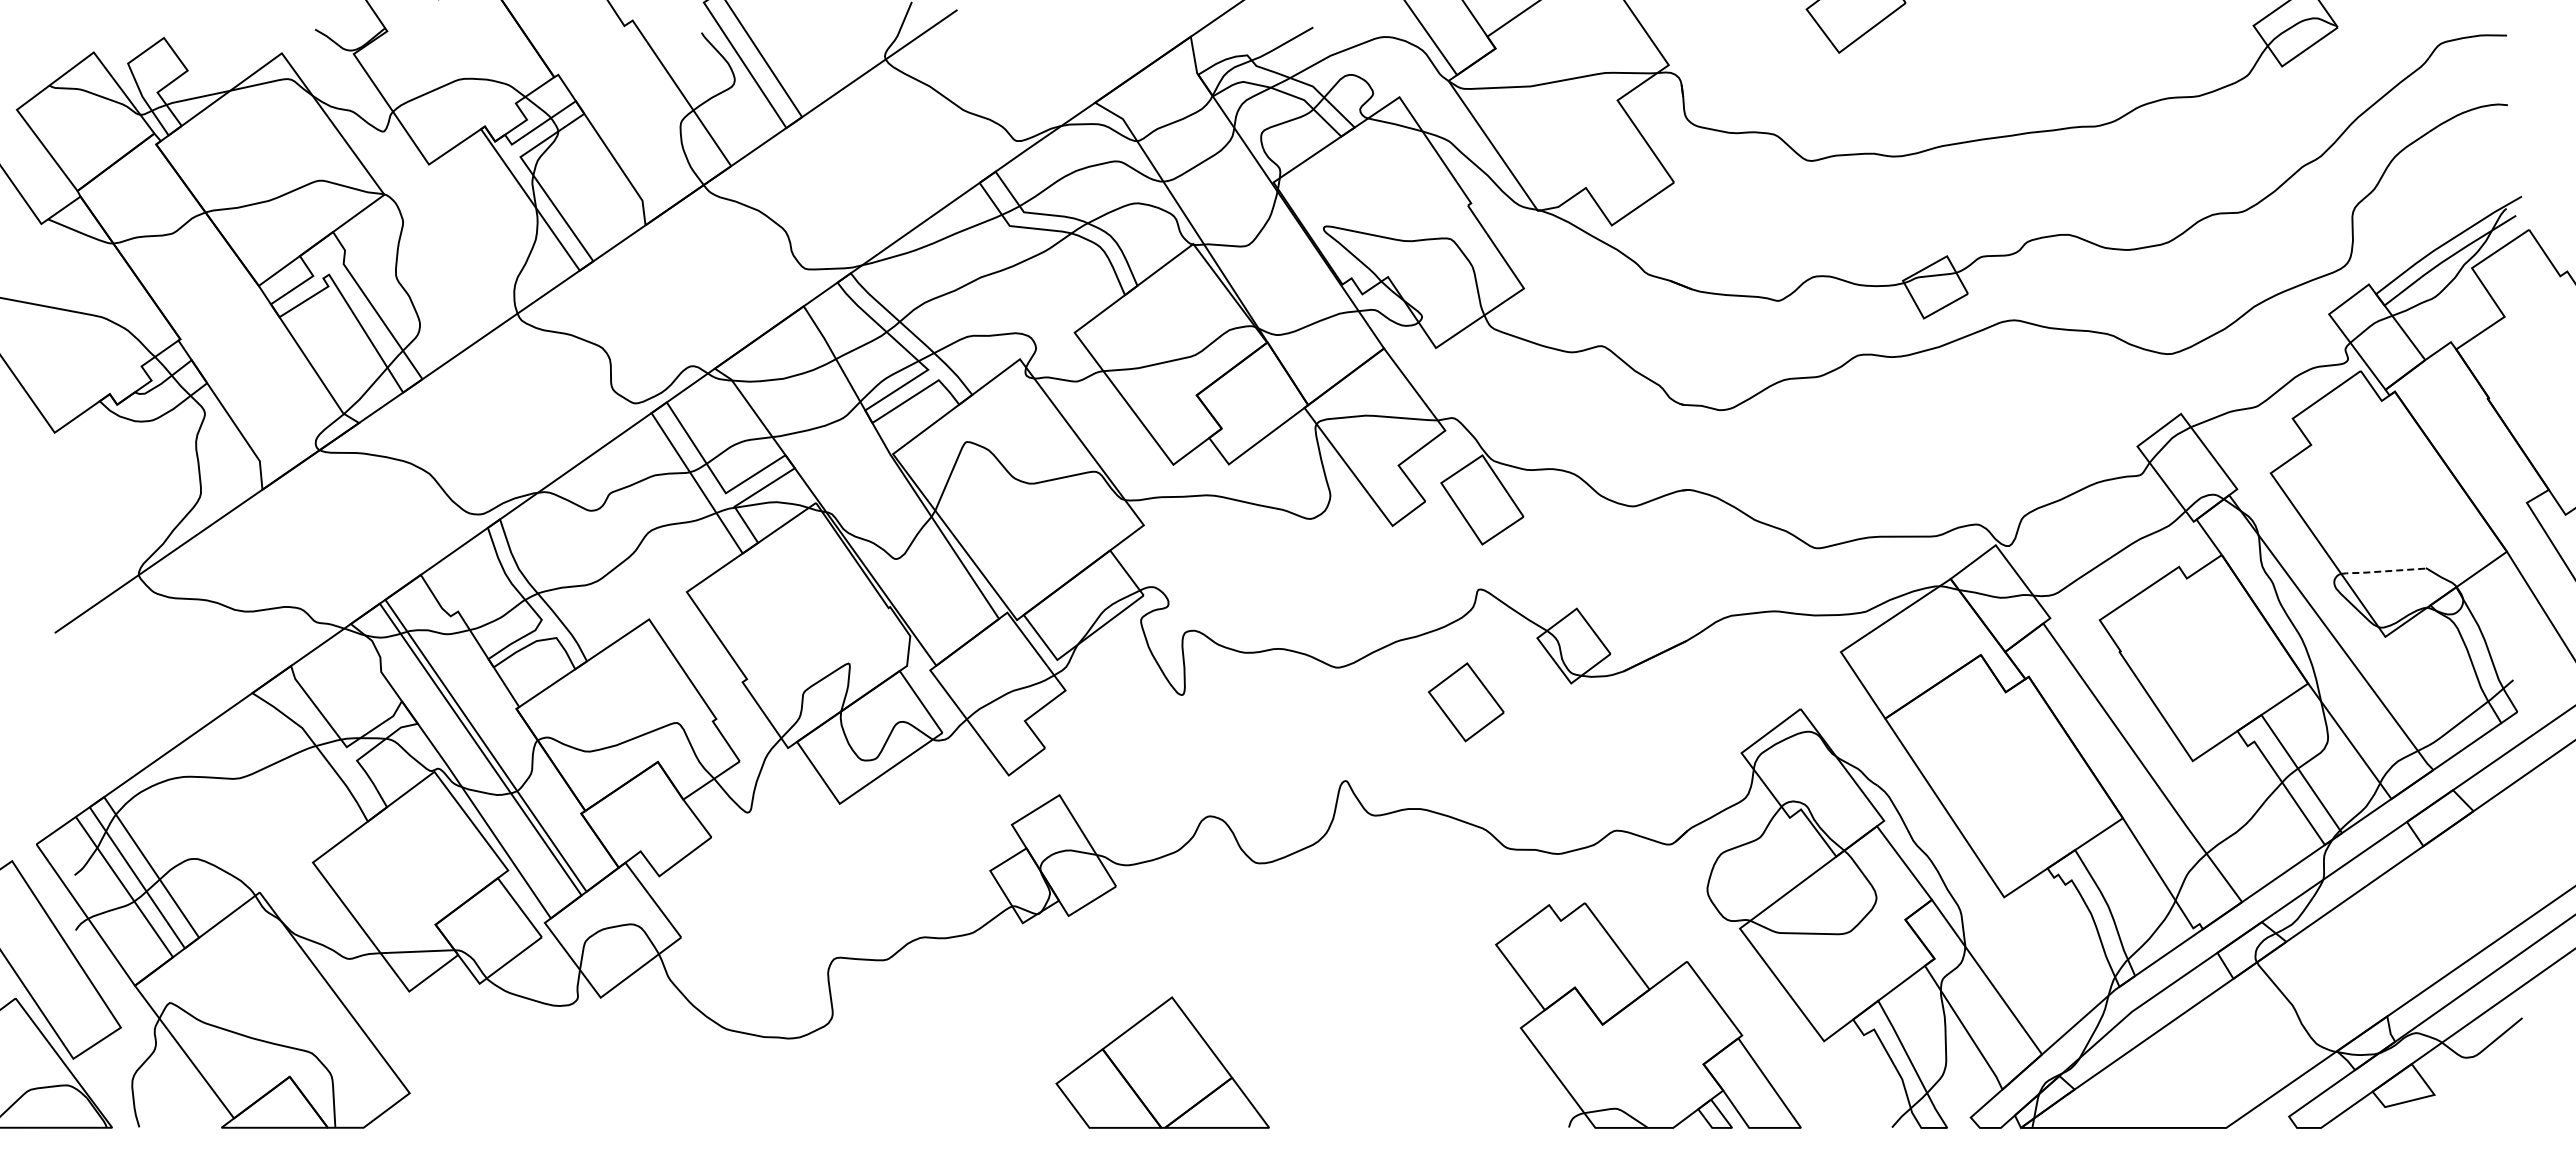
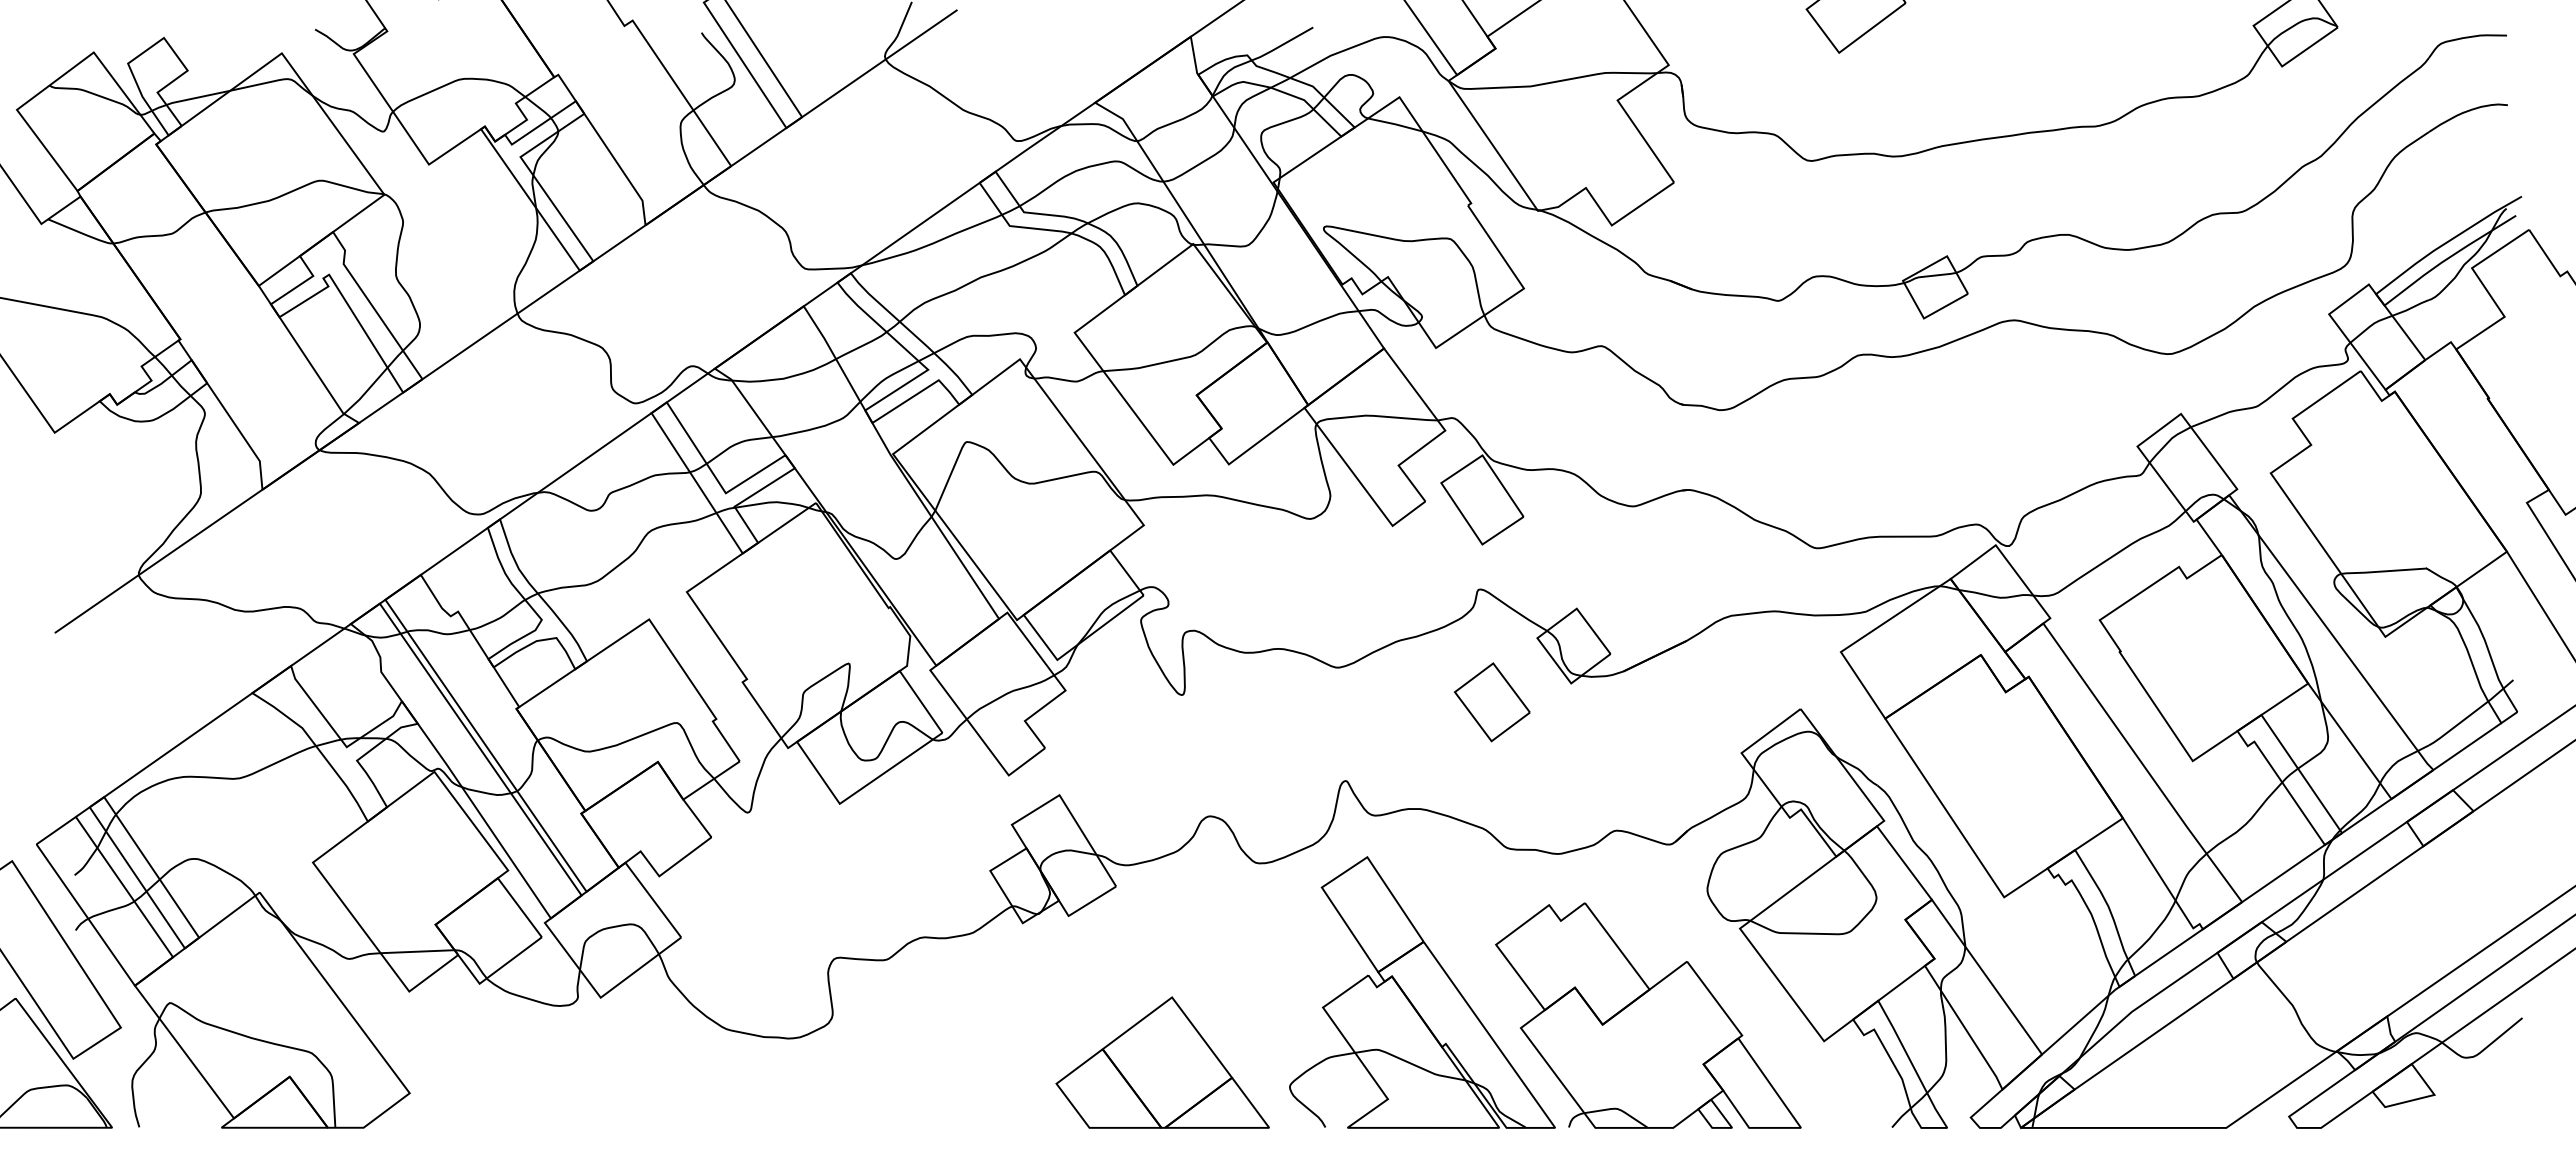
line at (2382, 571): dashed -> solid
part at (1466, 702) position: (1466, 702) -> (1492, 702)
part at (1422, 992): none -> present
